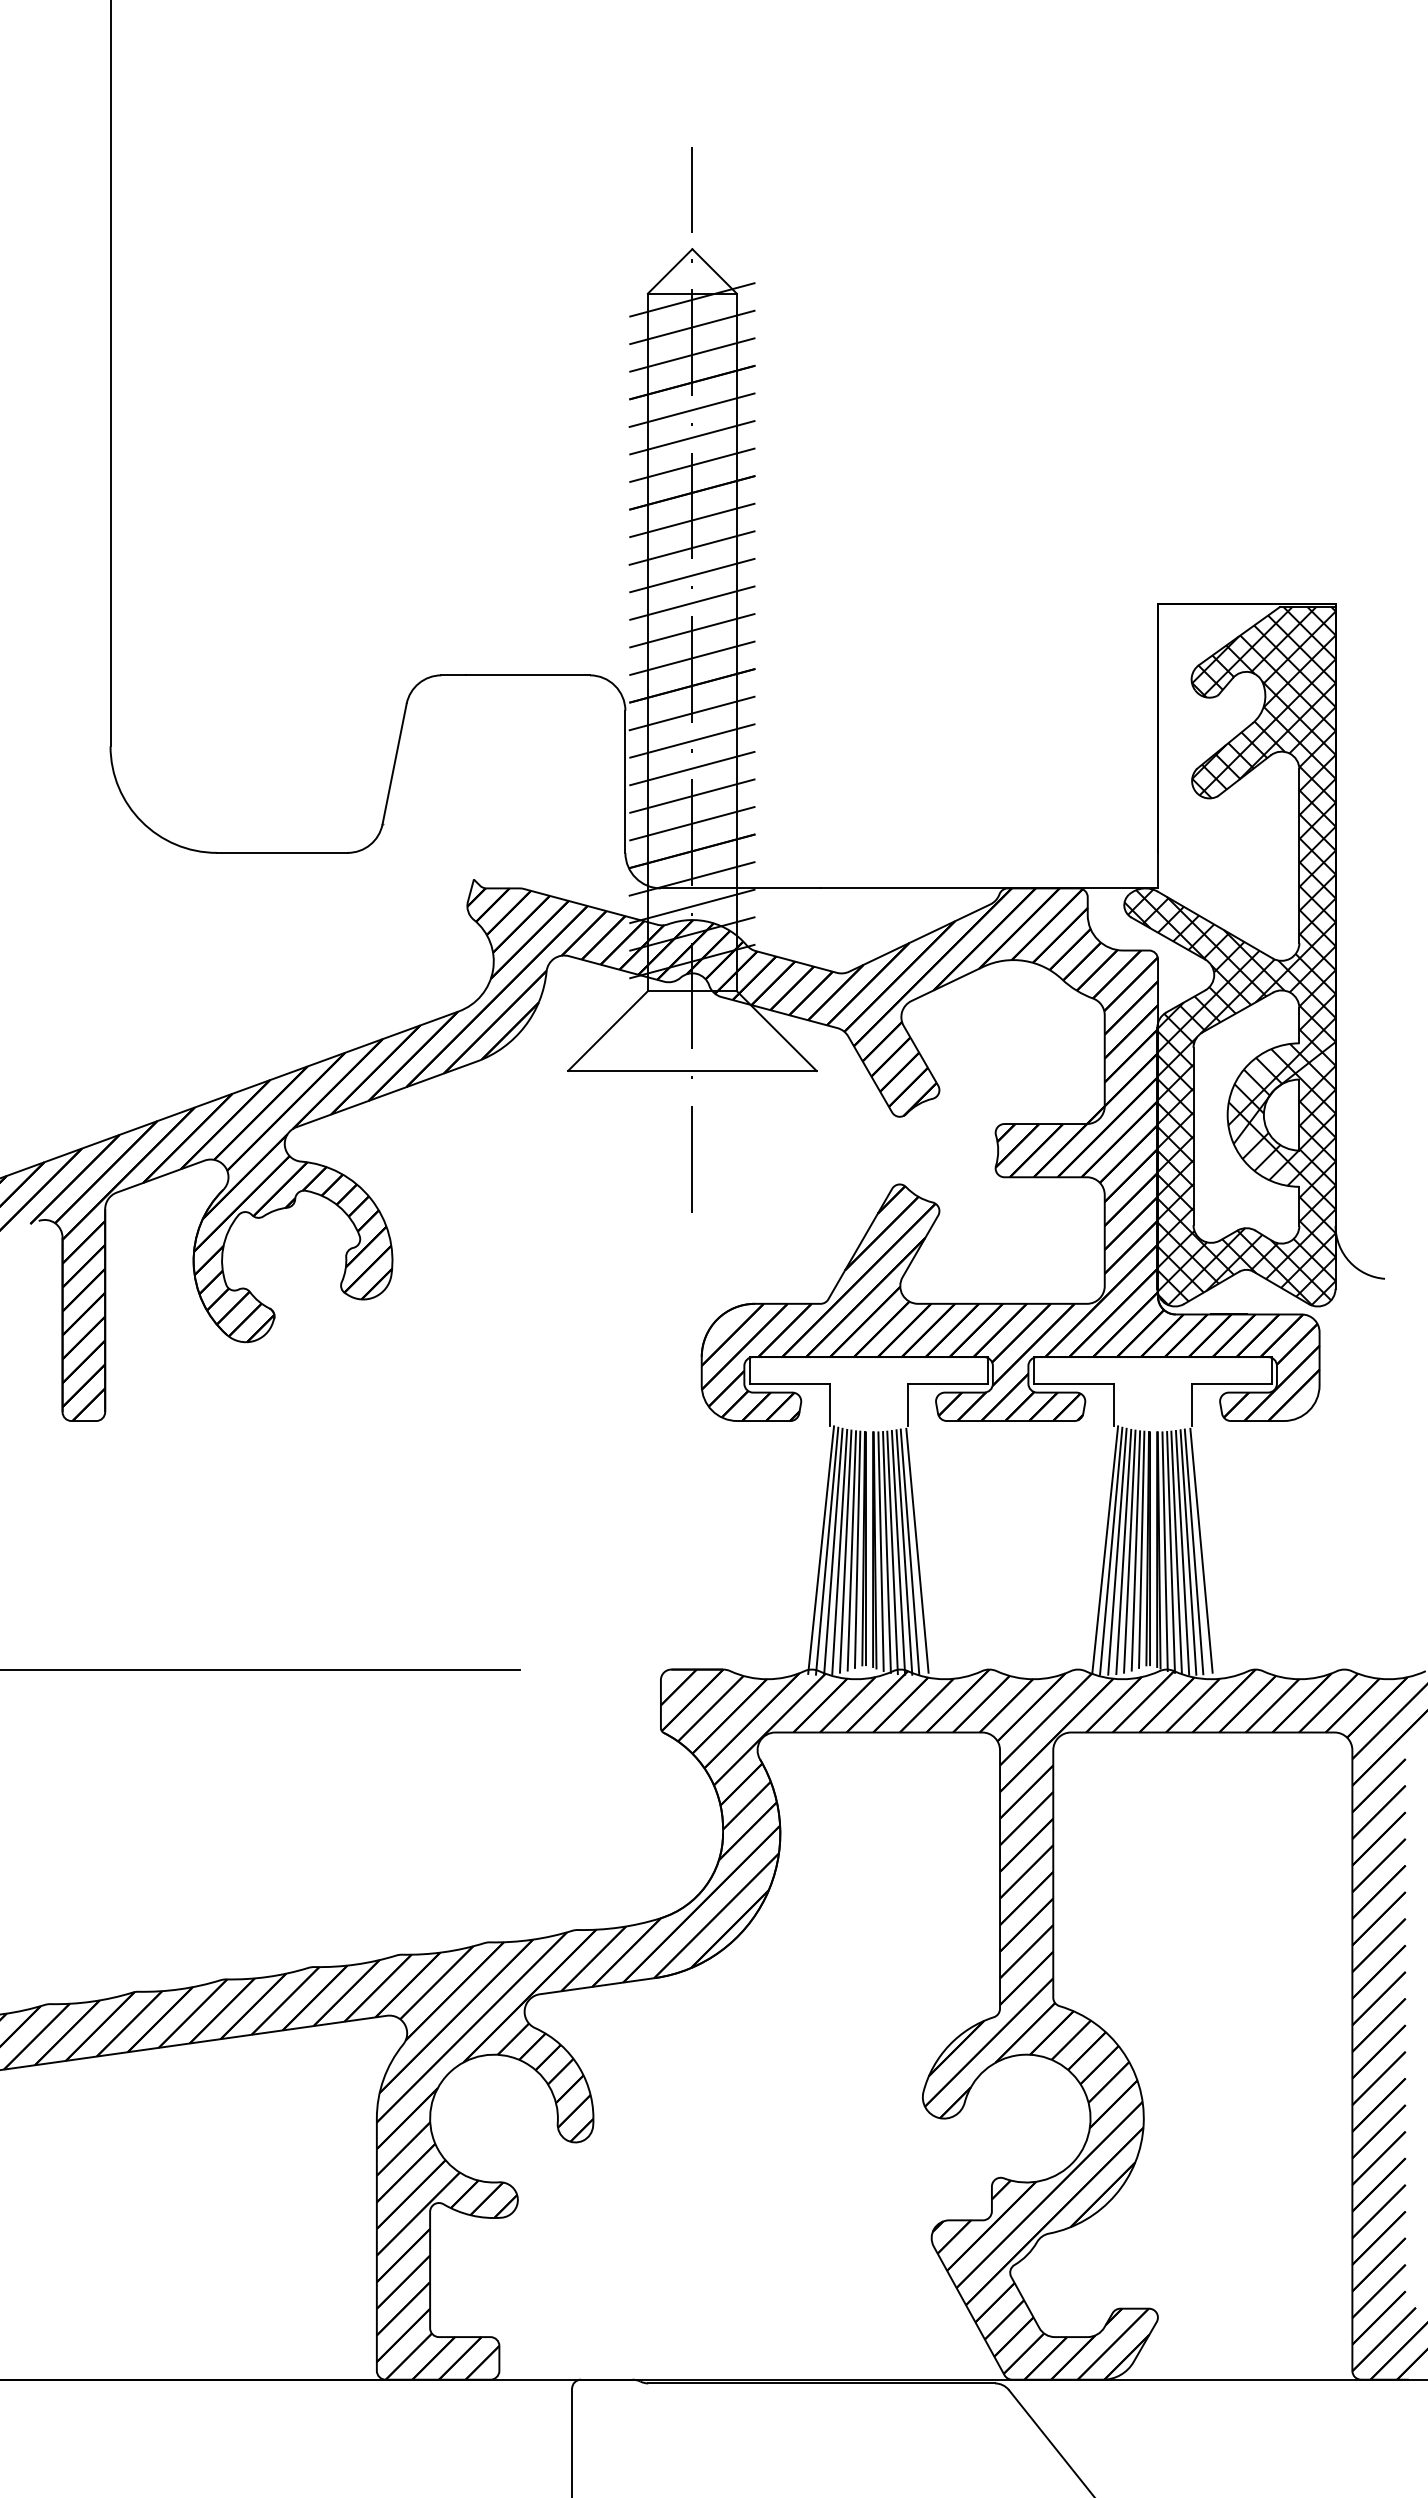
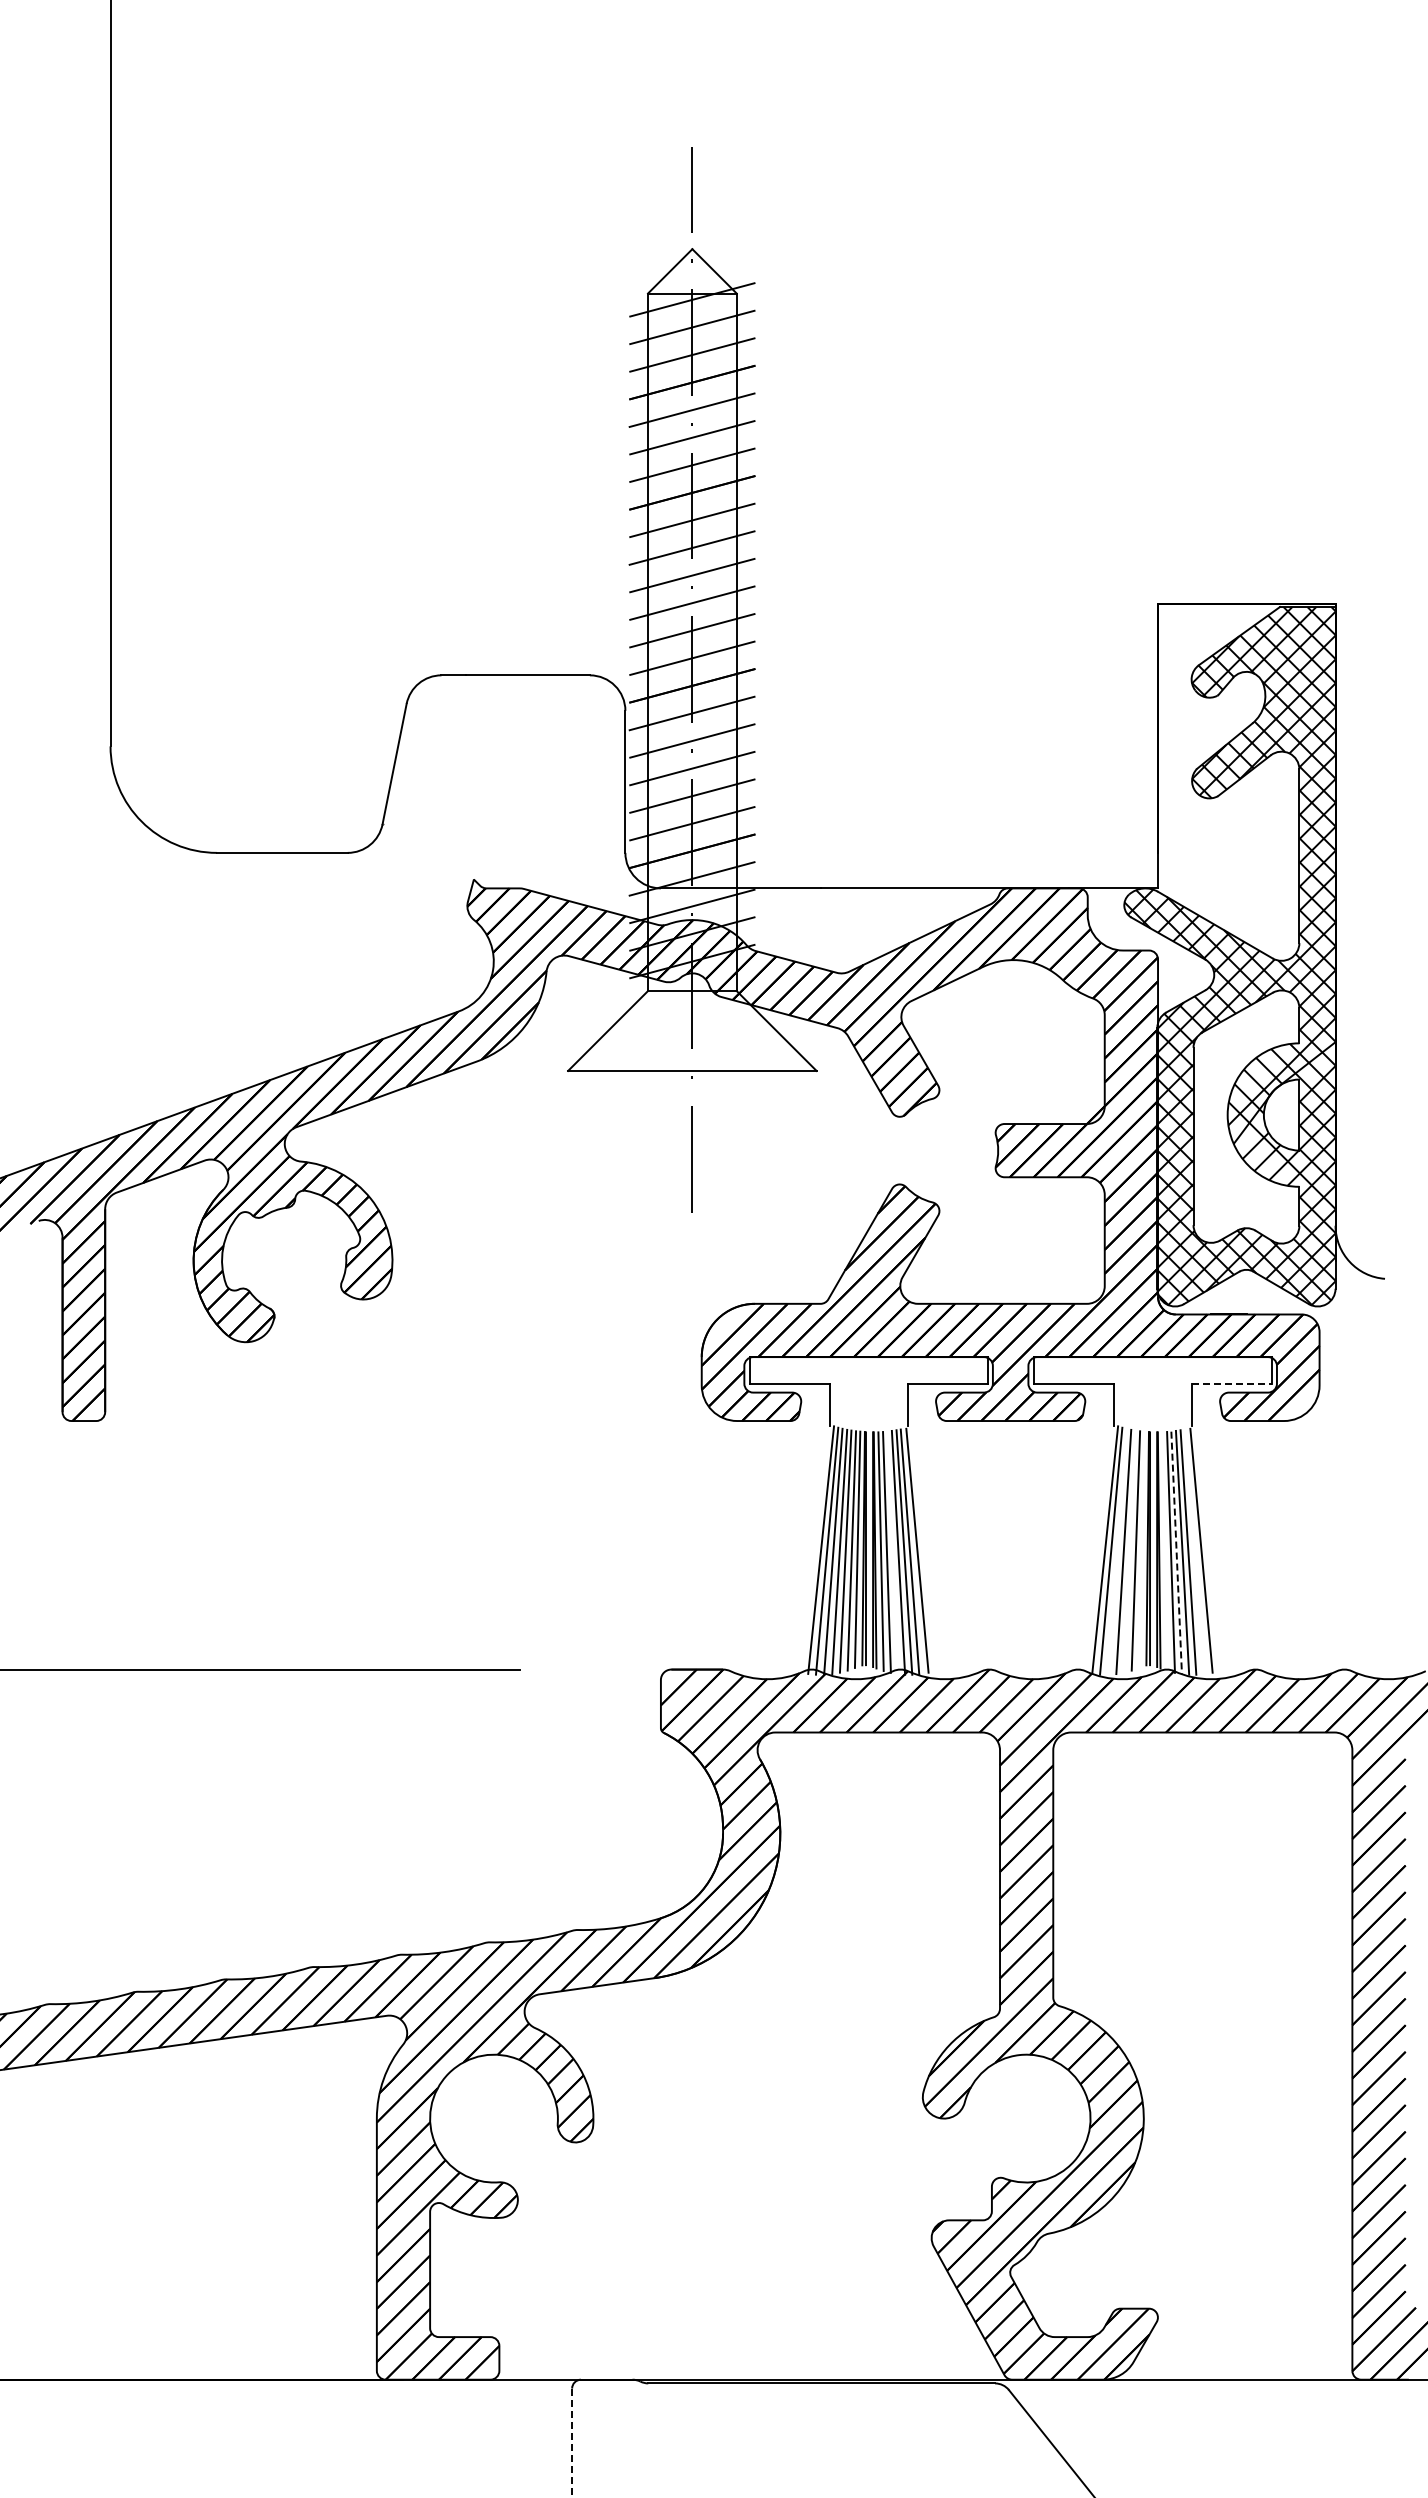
line at (1231, 1383): solid -> dashed
line at (1141, 1549): present -> none
line at (1117, 1551): present -> none
line at (1129, 1551): present -> none
line at (1164, 1551): present -> none
line at (1193, 1551): present -> none
line at (892, 1552): present -> none
line at (1176, 1553): solid -> dashed
line at (572, 2443): solid -> dashed
